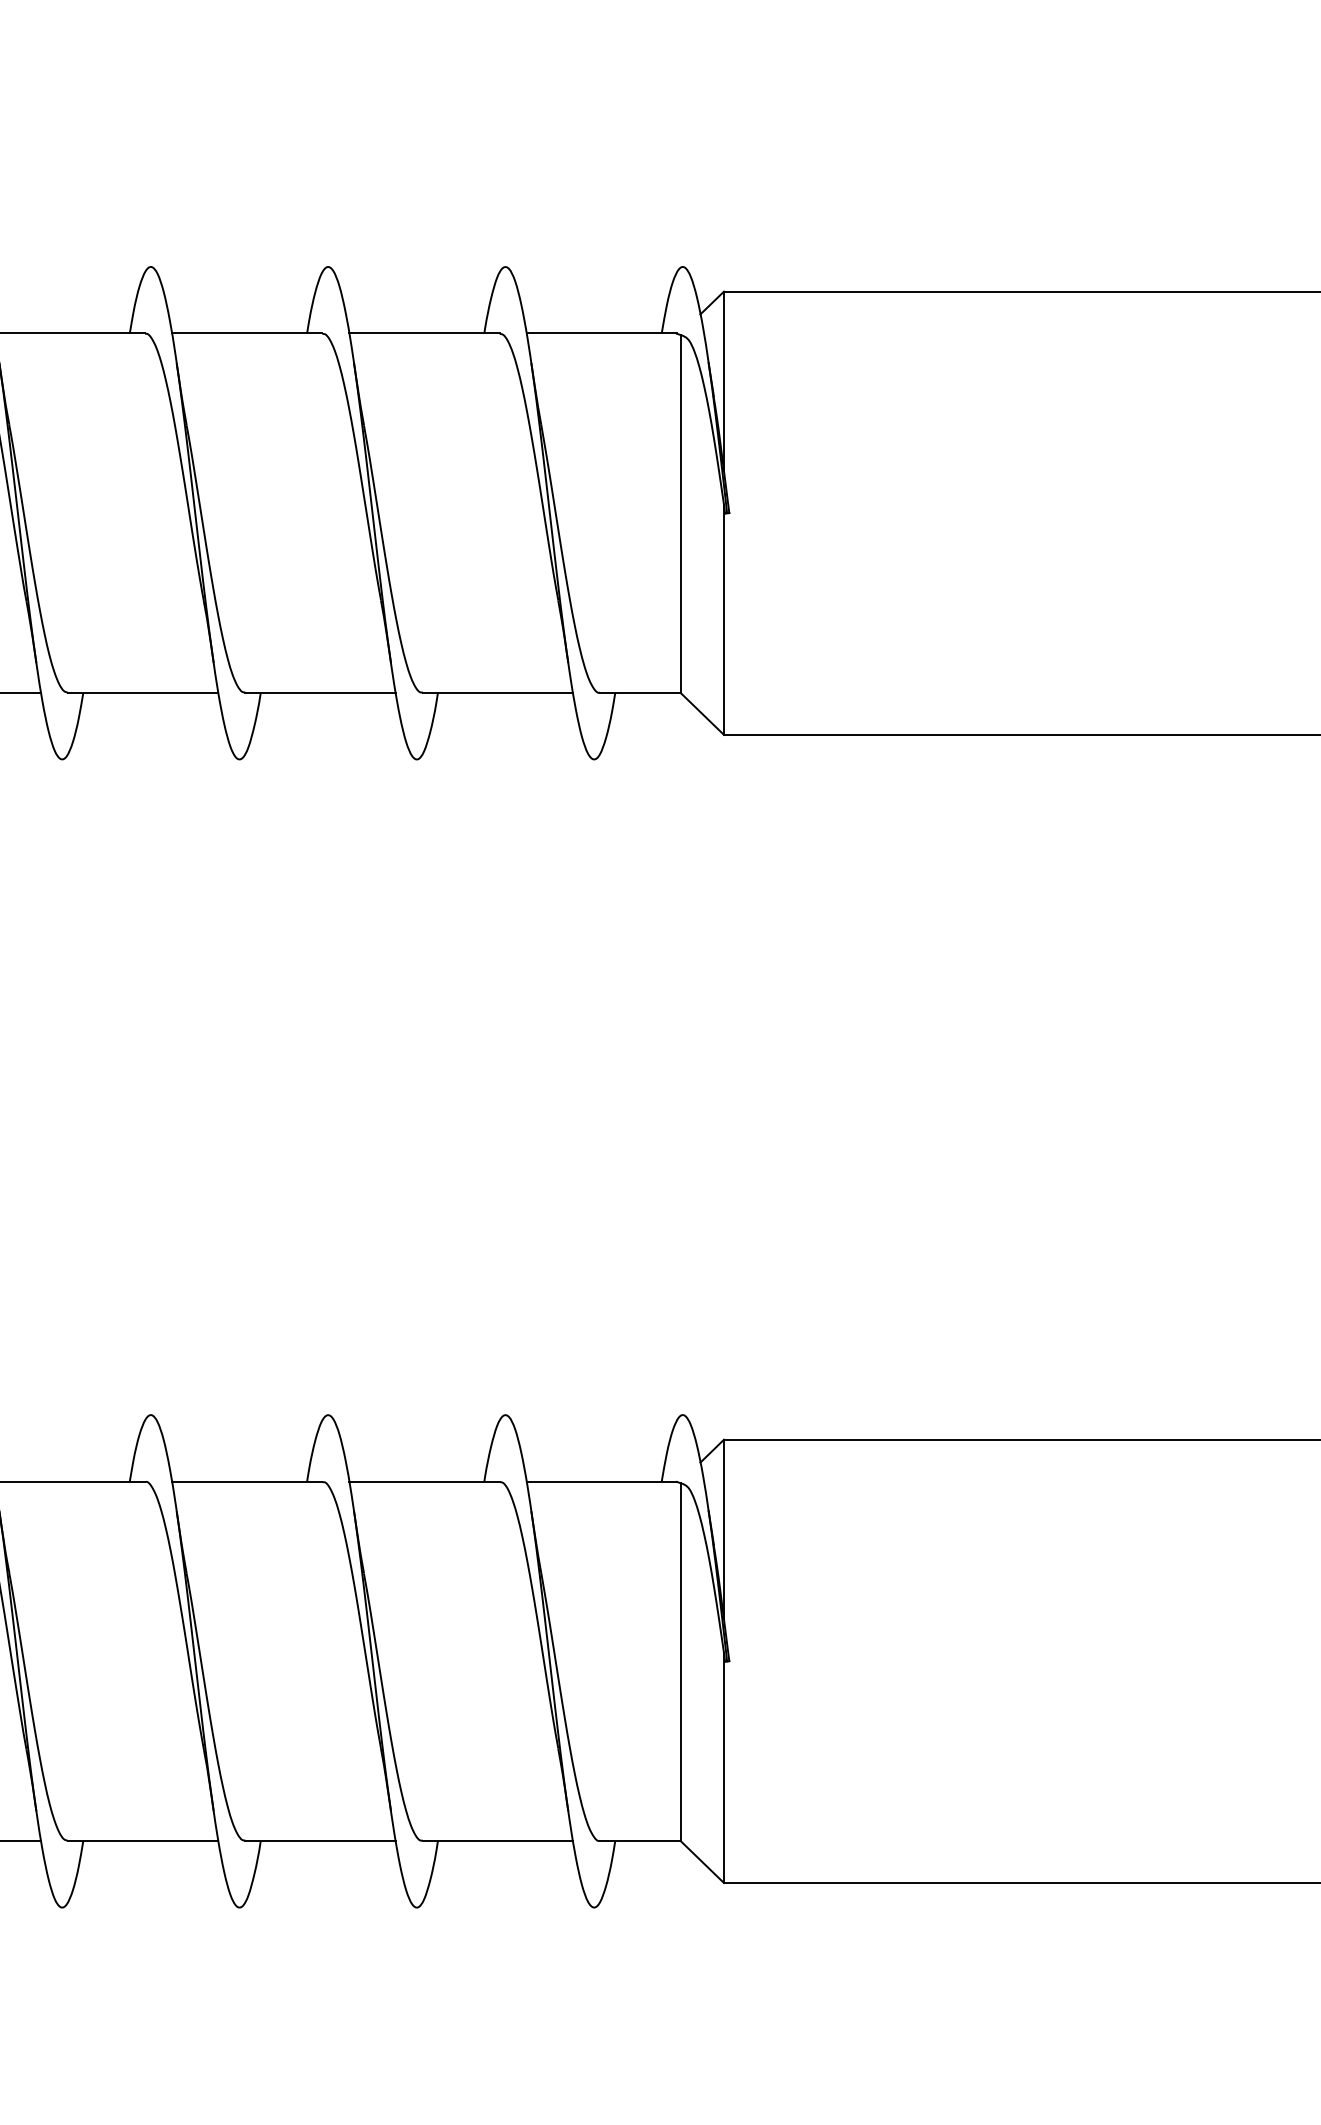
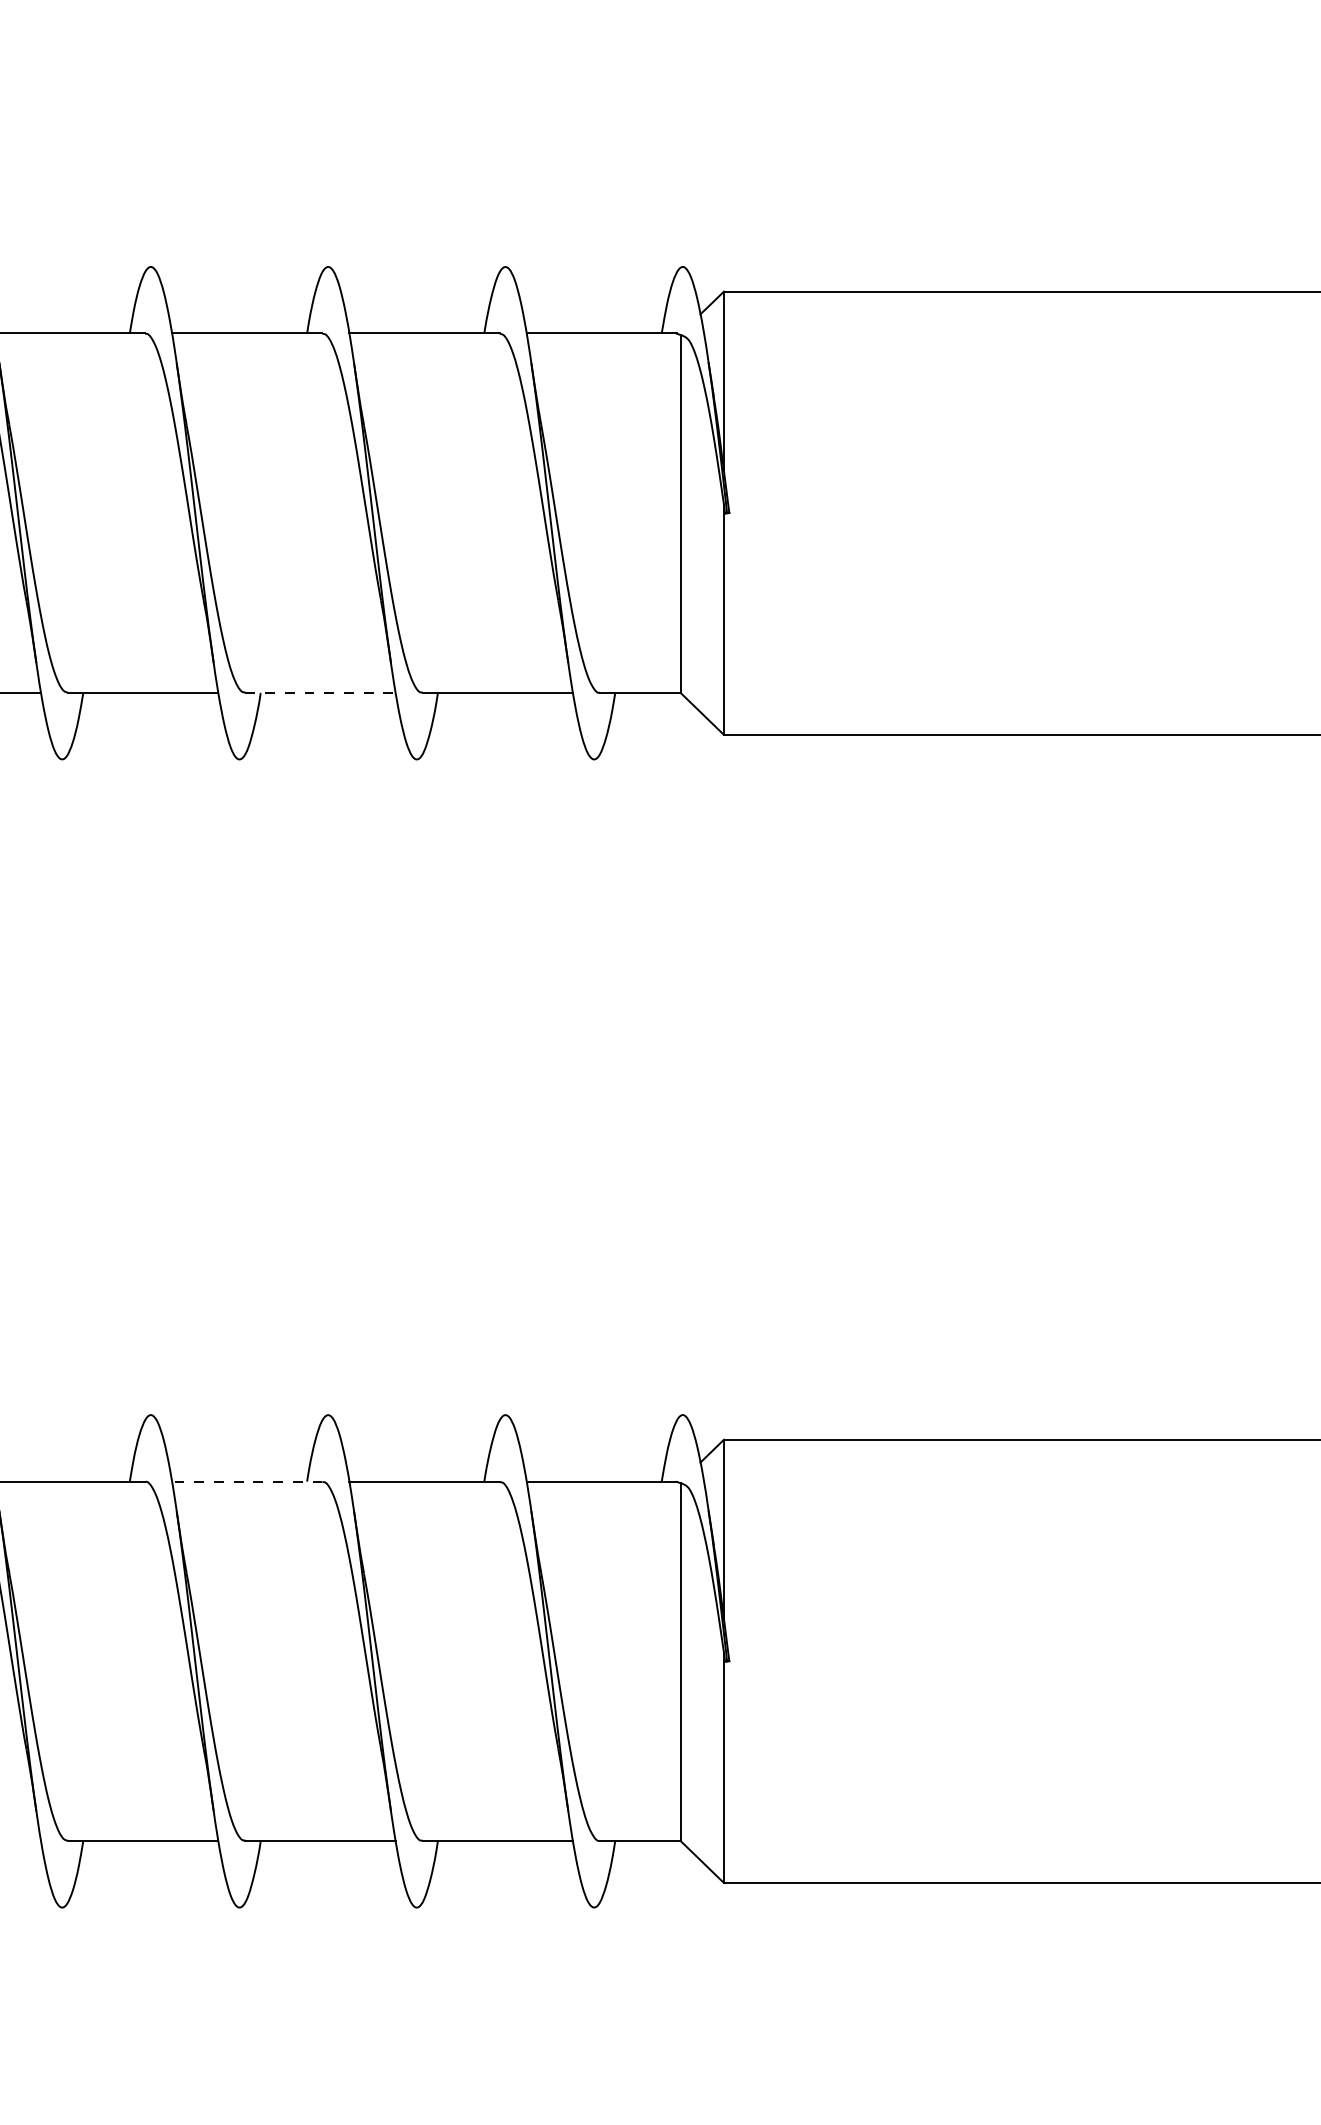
line at (321, 693): solid -> dashed
line at (246, 1481): solid -> dashed
line at (21, 1841): present -> none
